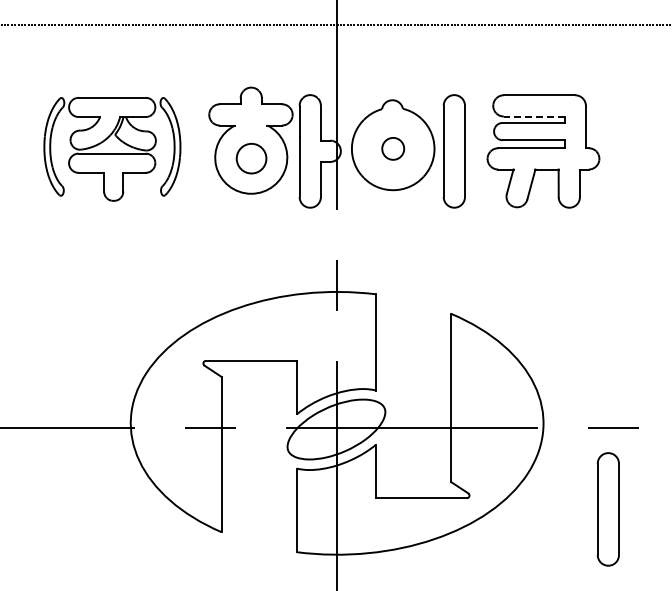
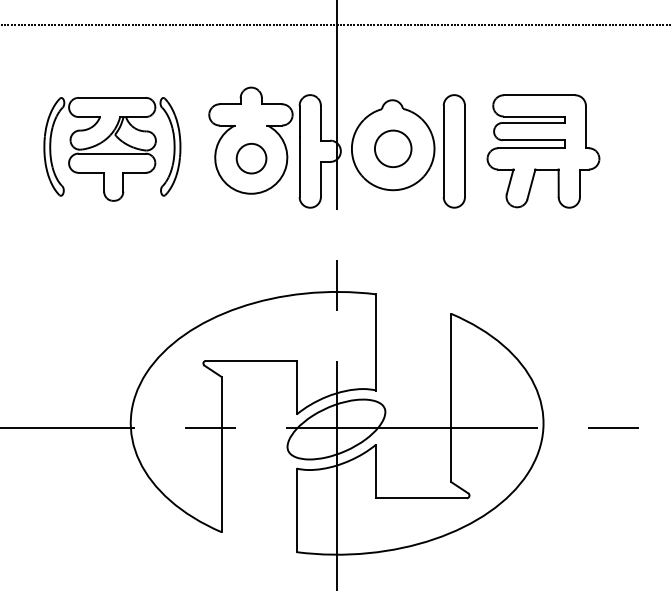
line at (533, 116): dashed -> solid
circle at (393, 148) diameter: 22 px -> 37 px
part at (607, 509): present -> none
